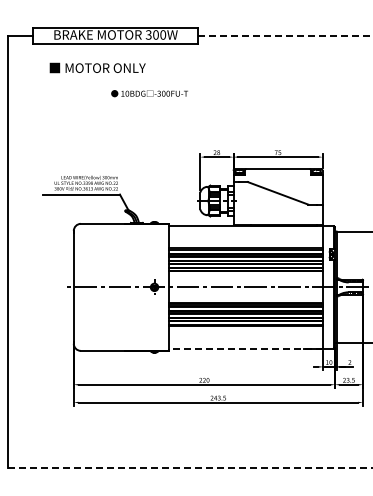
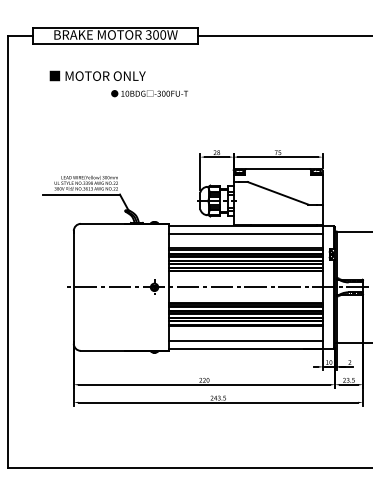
line at (285, 36): dashed -> solid
text at (97, 67) position: (97, 67) -> (97, 75)
line at (245, 233): none -> present
line at (245, 341): none -> present
line at (245, 348): dashed -> solid
line at (190, 467): dashed -> solid
